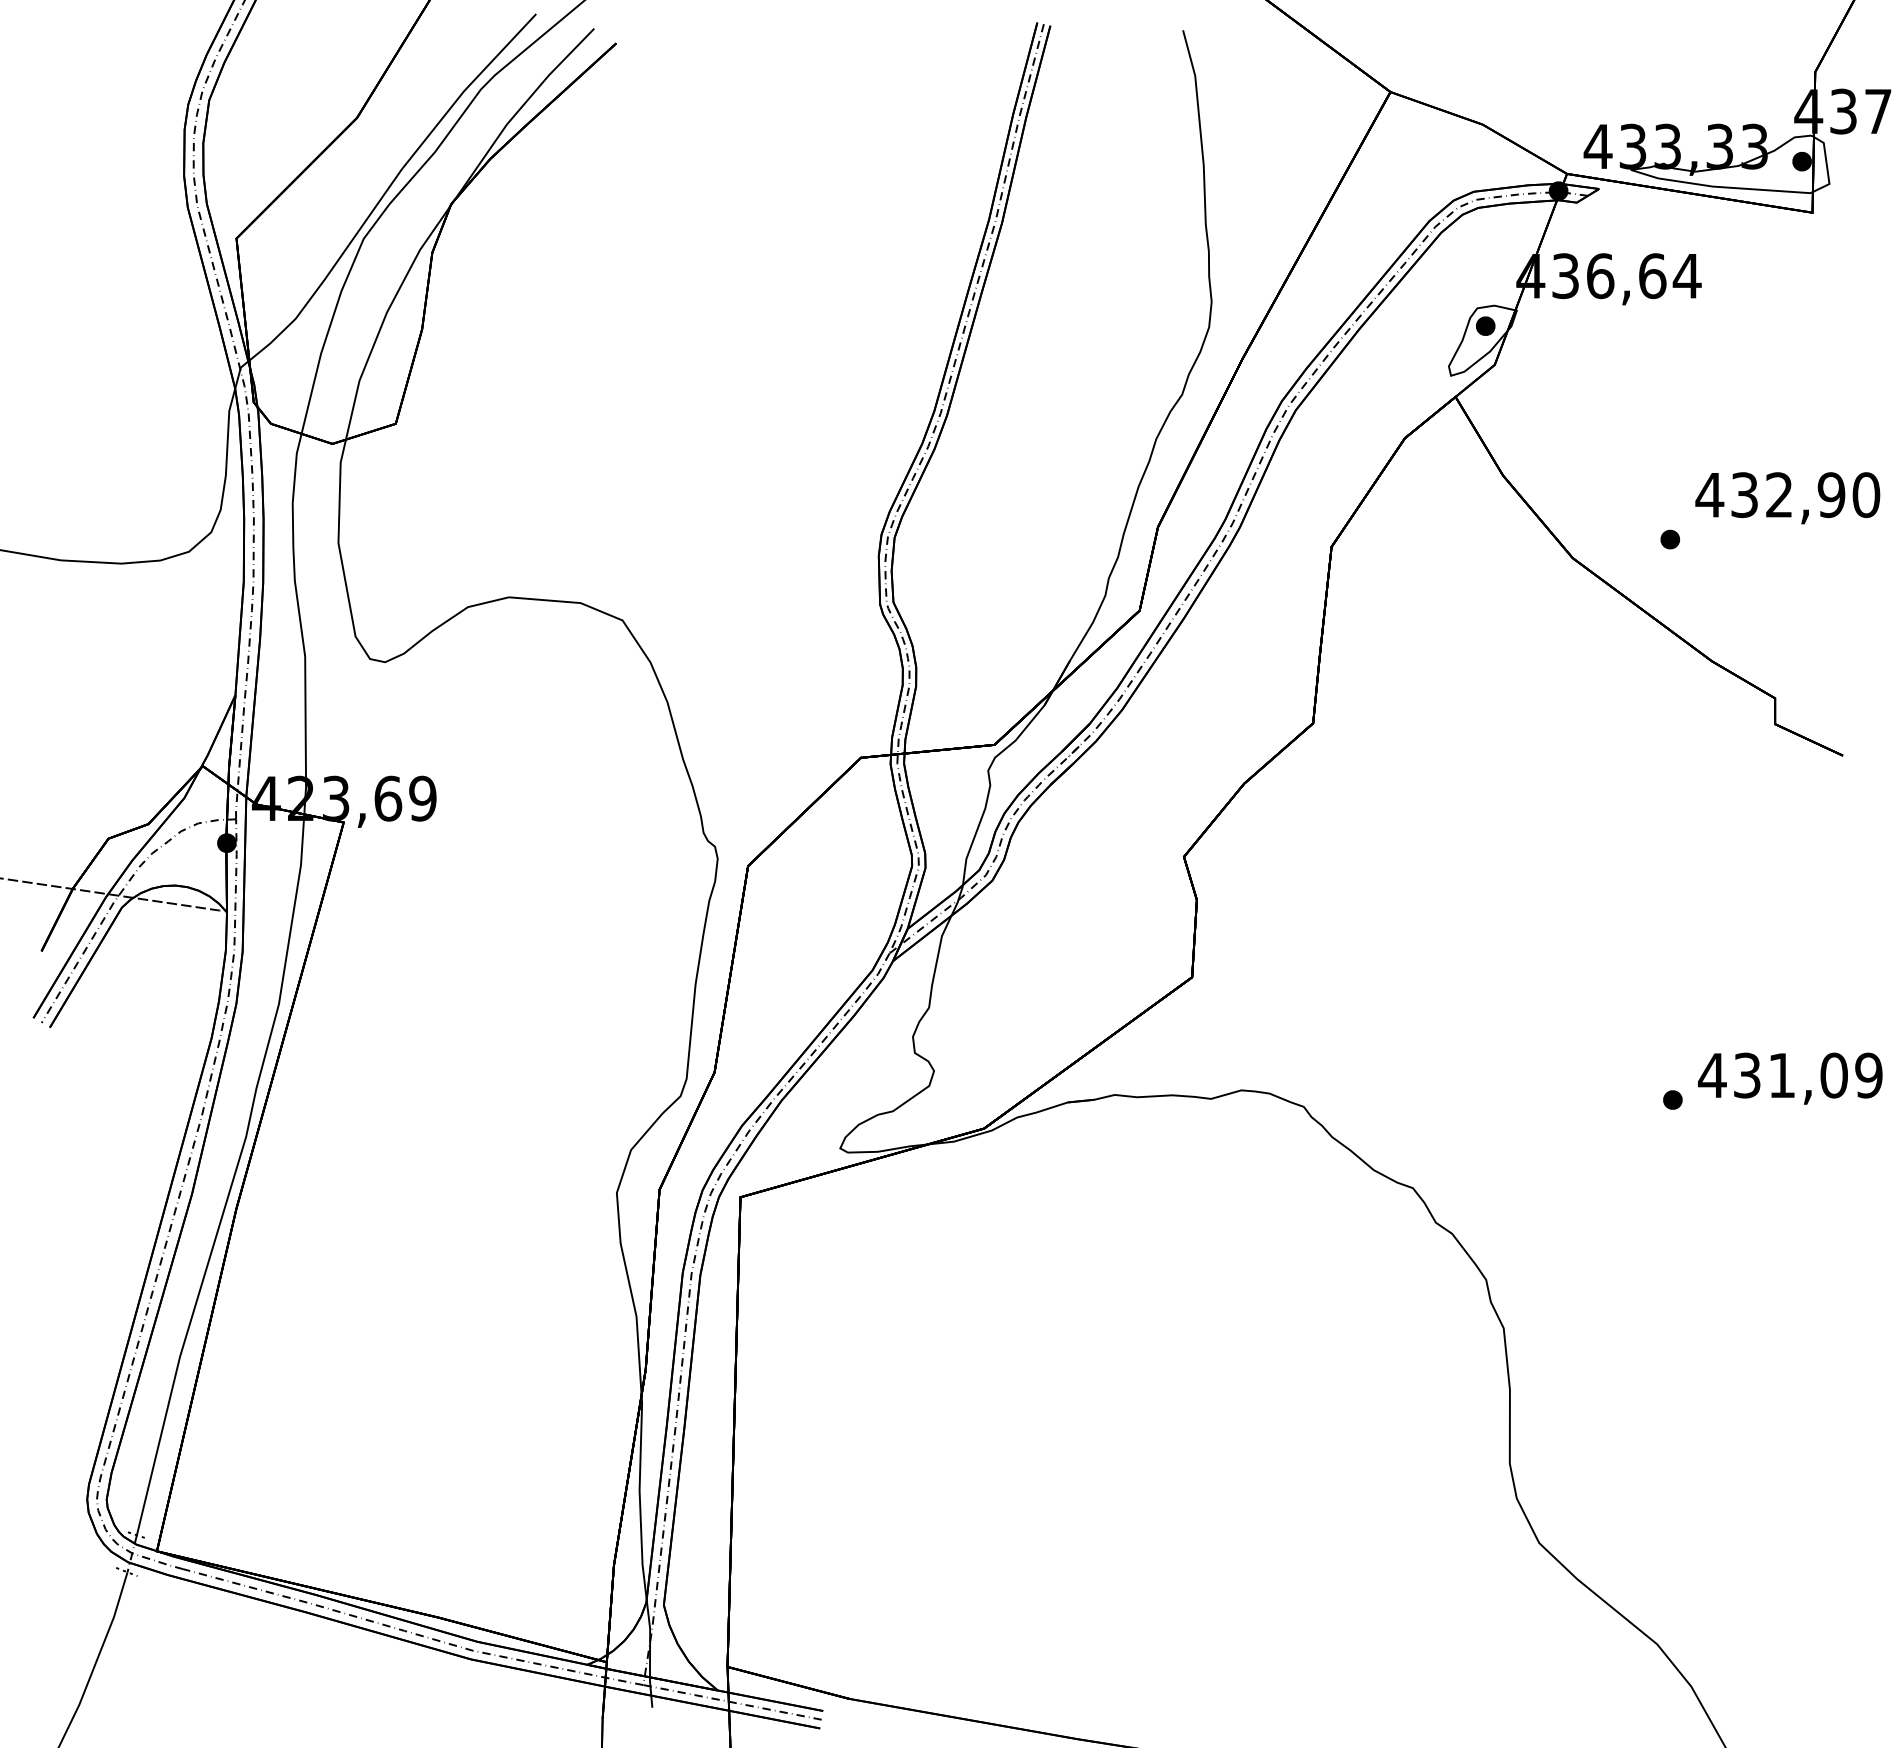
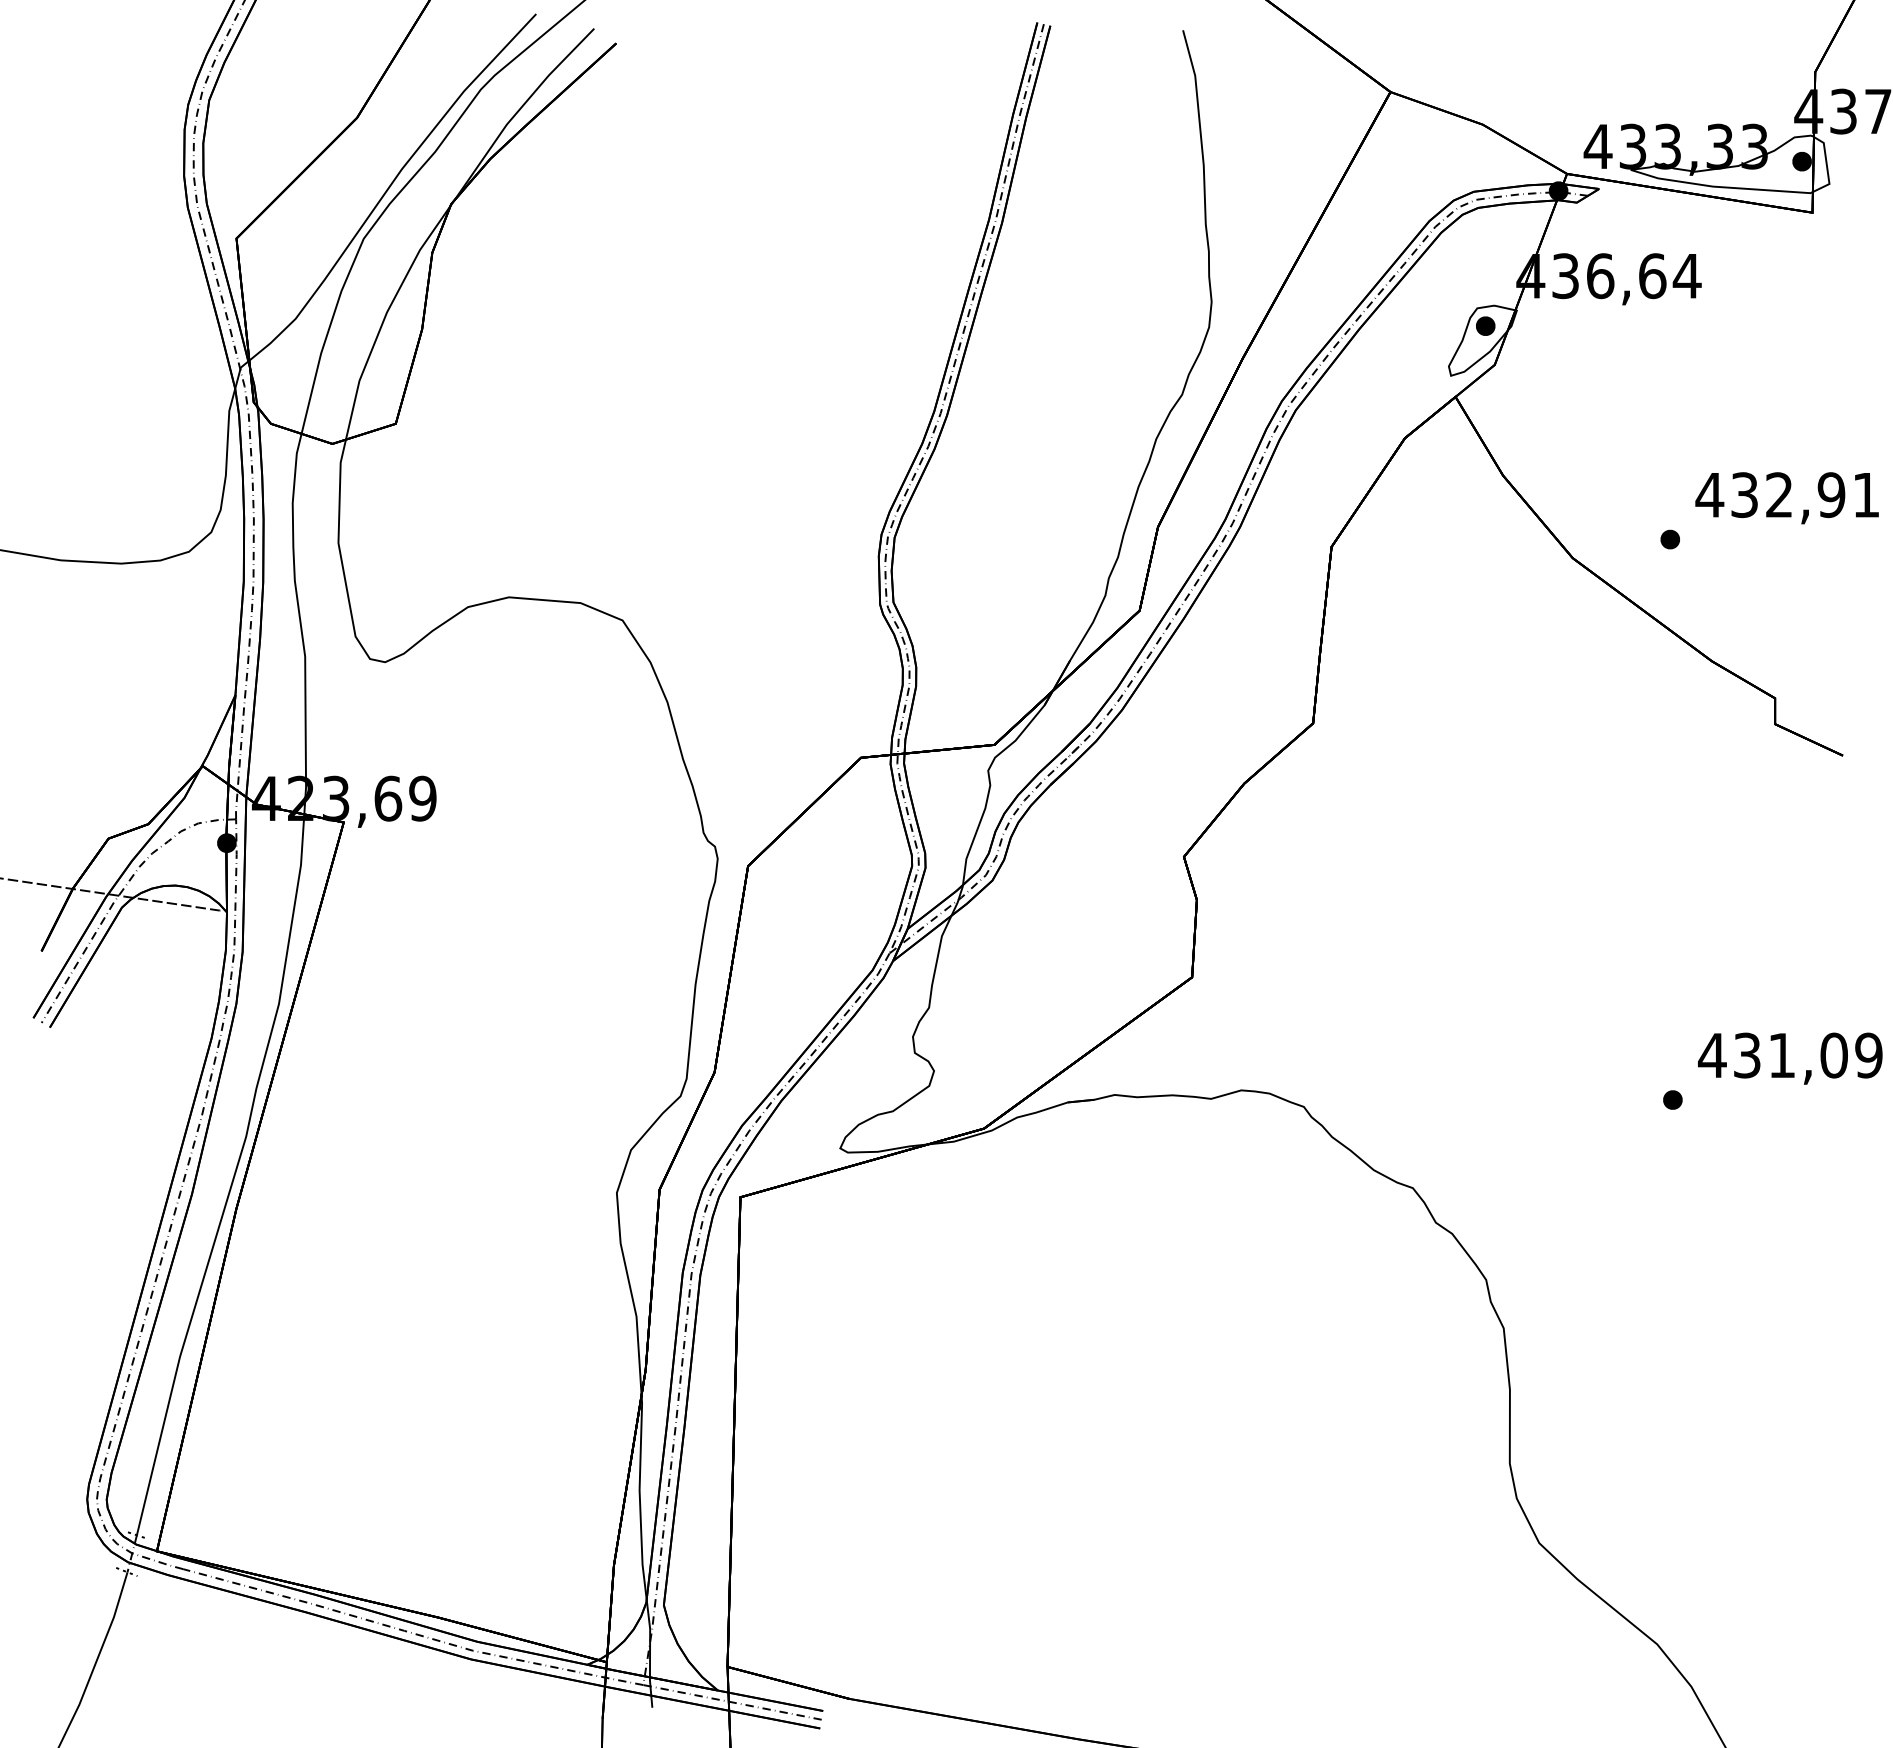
text at (1866, 495): 432,90 -> 432,91
text at (1790, 1078) position: (1790, 1078) -> (1790, 1058)
